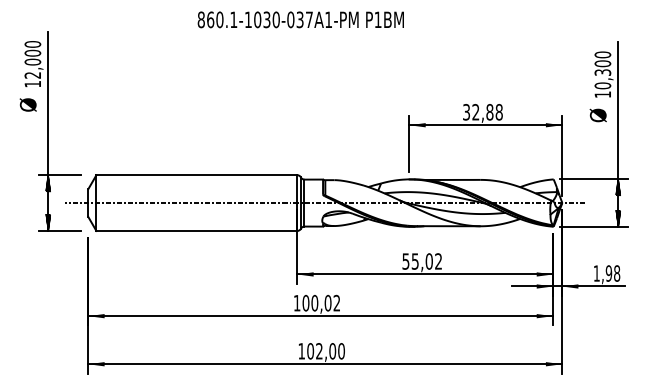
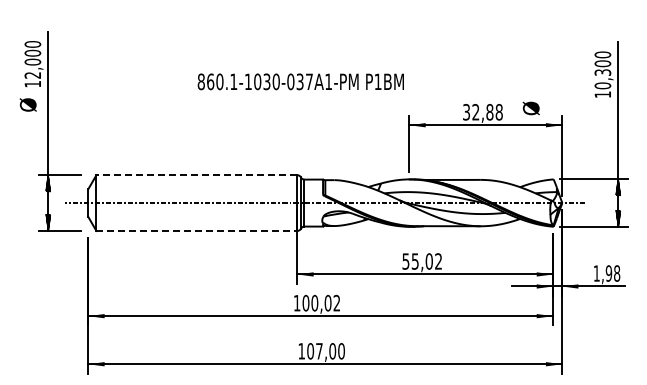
text at (300, 19) position: (300, 19) -> (300, 81)
text at (597, 115) position: (597, 115) -> (530, 108)
line at (196, 175): solid -> dashed
line at (197, 230): solid -> dashed
text at (319, 351): 102,00 -> 107,00
